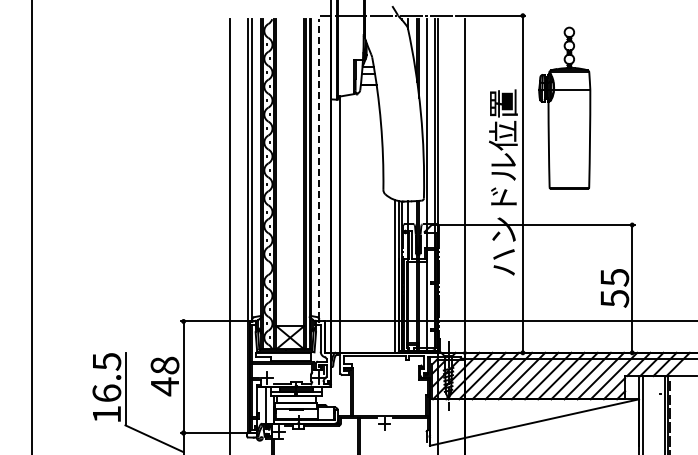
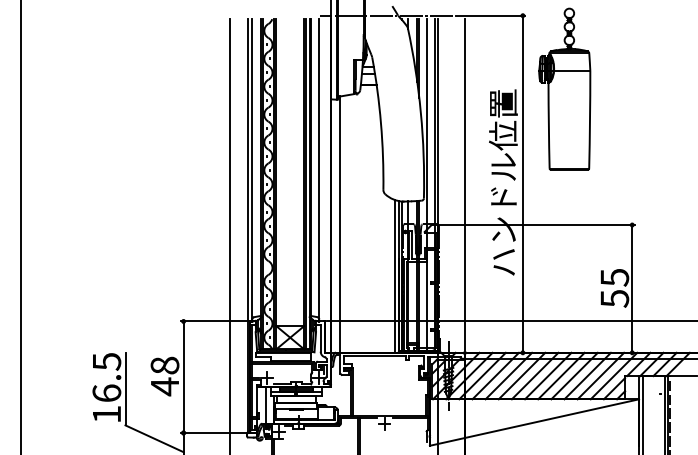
part at (564, 107) position: (564, 107) -> (564, 88)
line at (319, 168): dashed -> solid
line at (31, 226) position: (31, 226) -> (20, 226)
